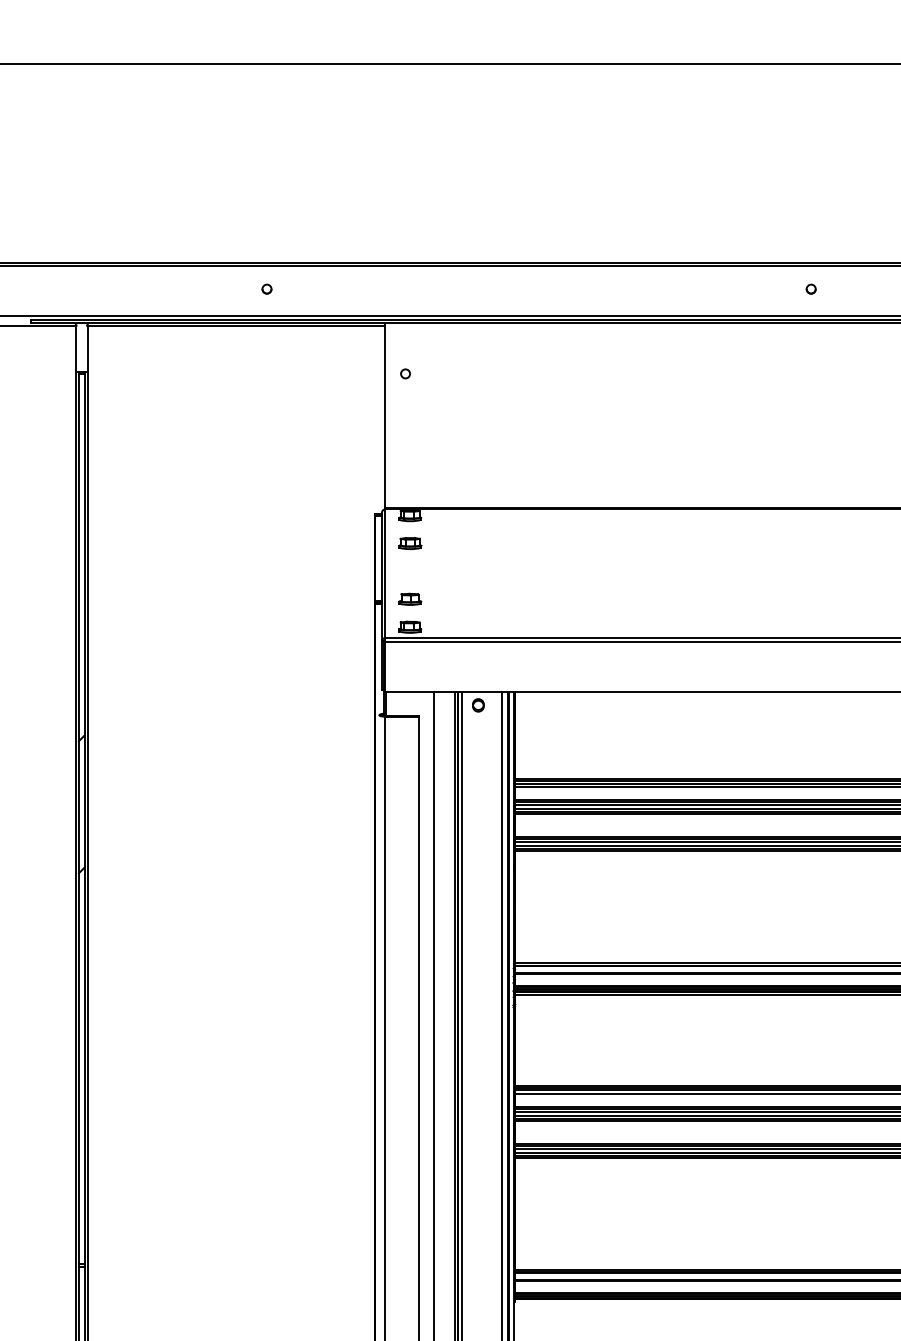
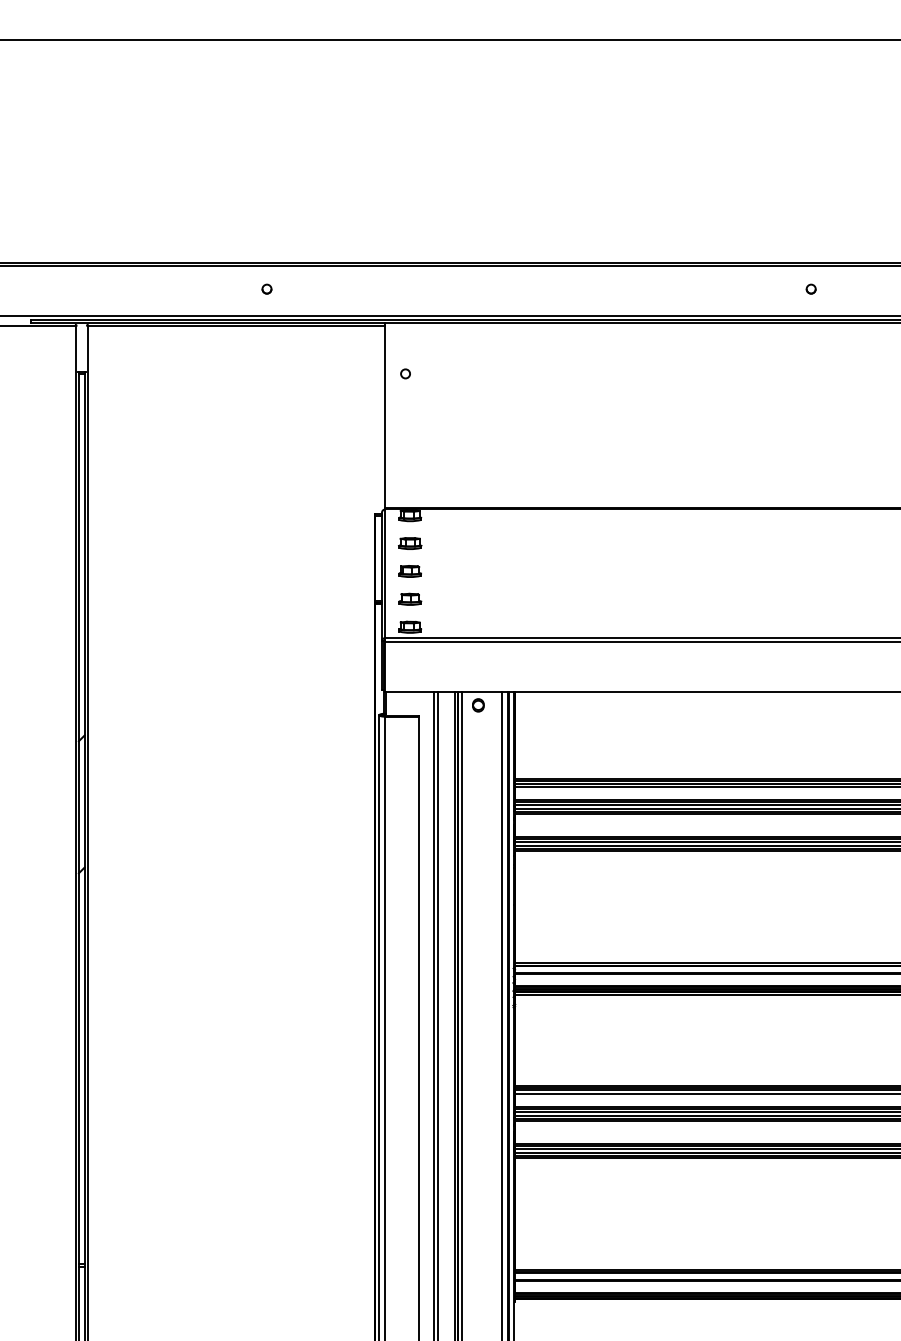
line at (449, 64) position: (449, 64) -> (449, 40)
part at (409, 571): none -> present
line at (437, 1014): none -> present
line at (379, 1026): none -> present
